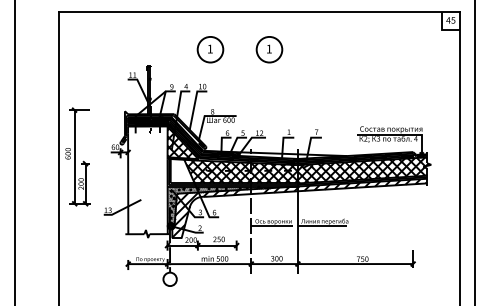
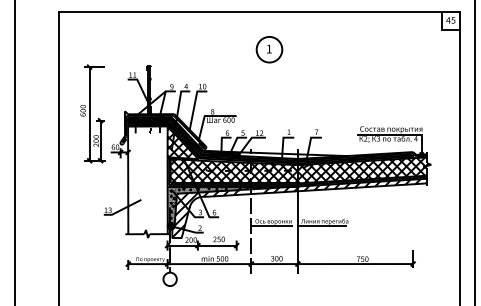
part at (210, 49): present -> none
part at (77, 156) position: (77, 156) -> (92, 113)
hatch at (181, 171): none -> present
